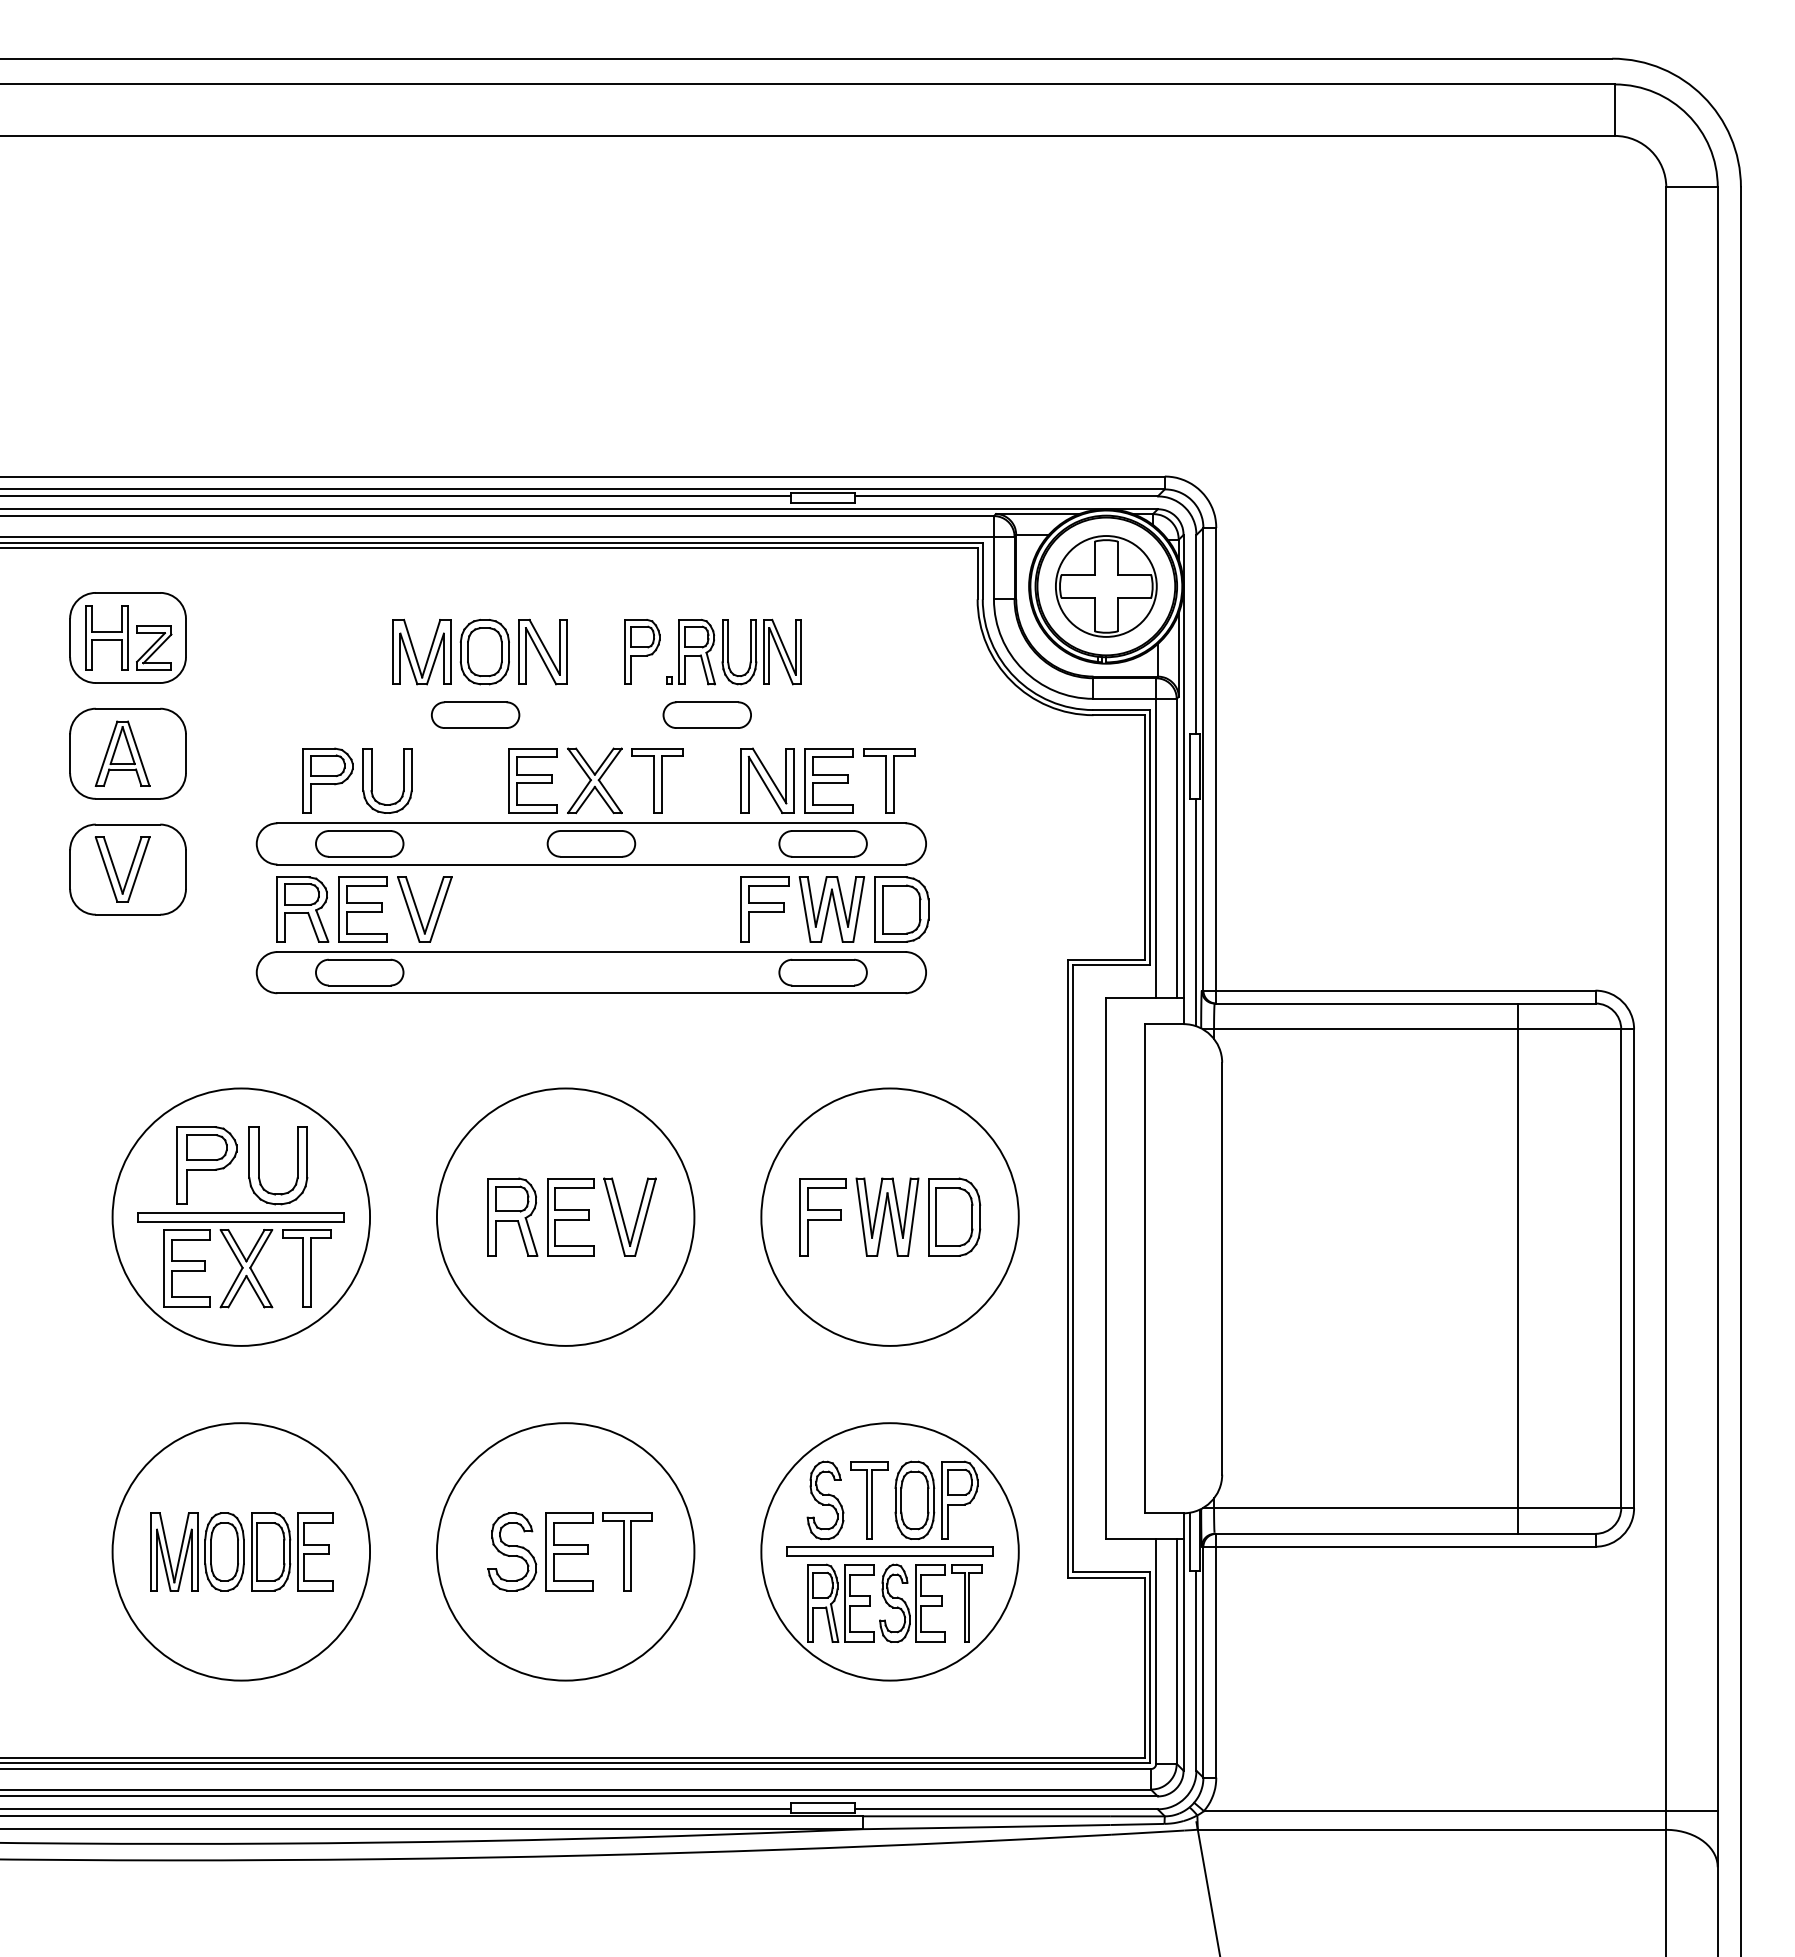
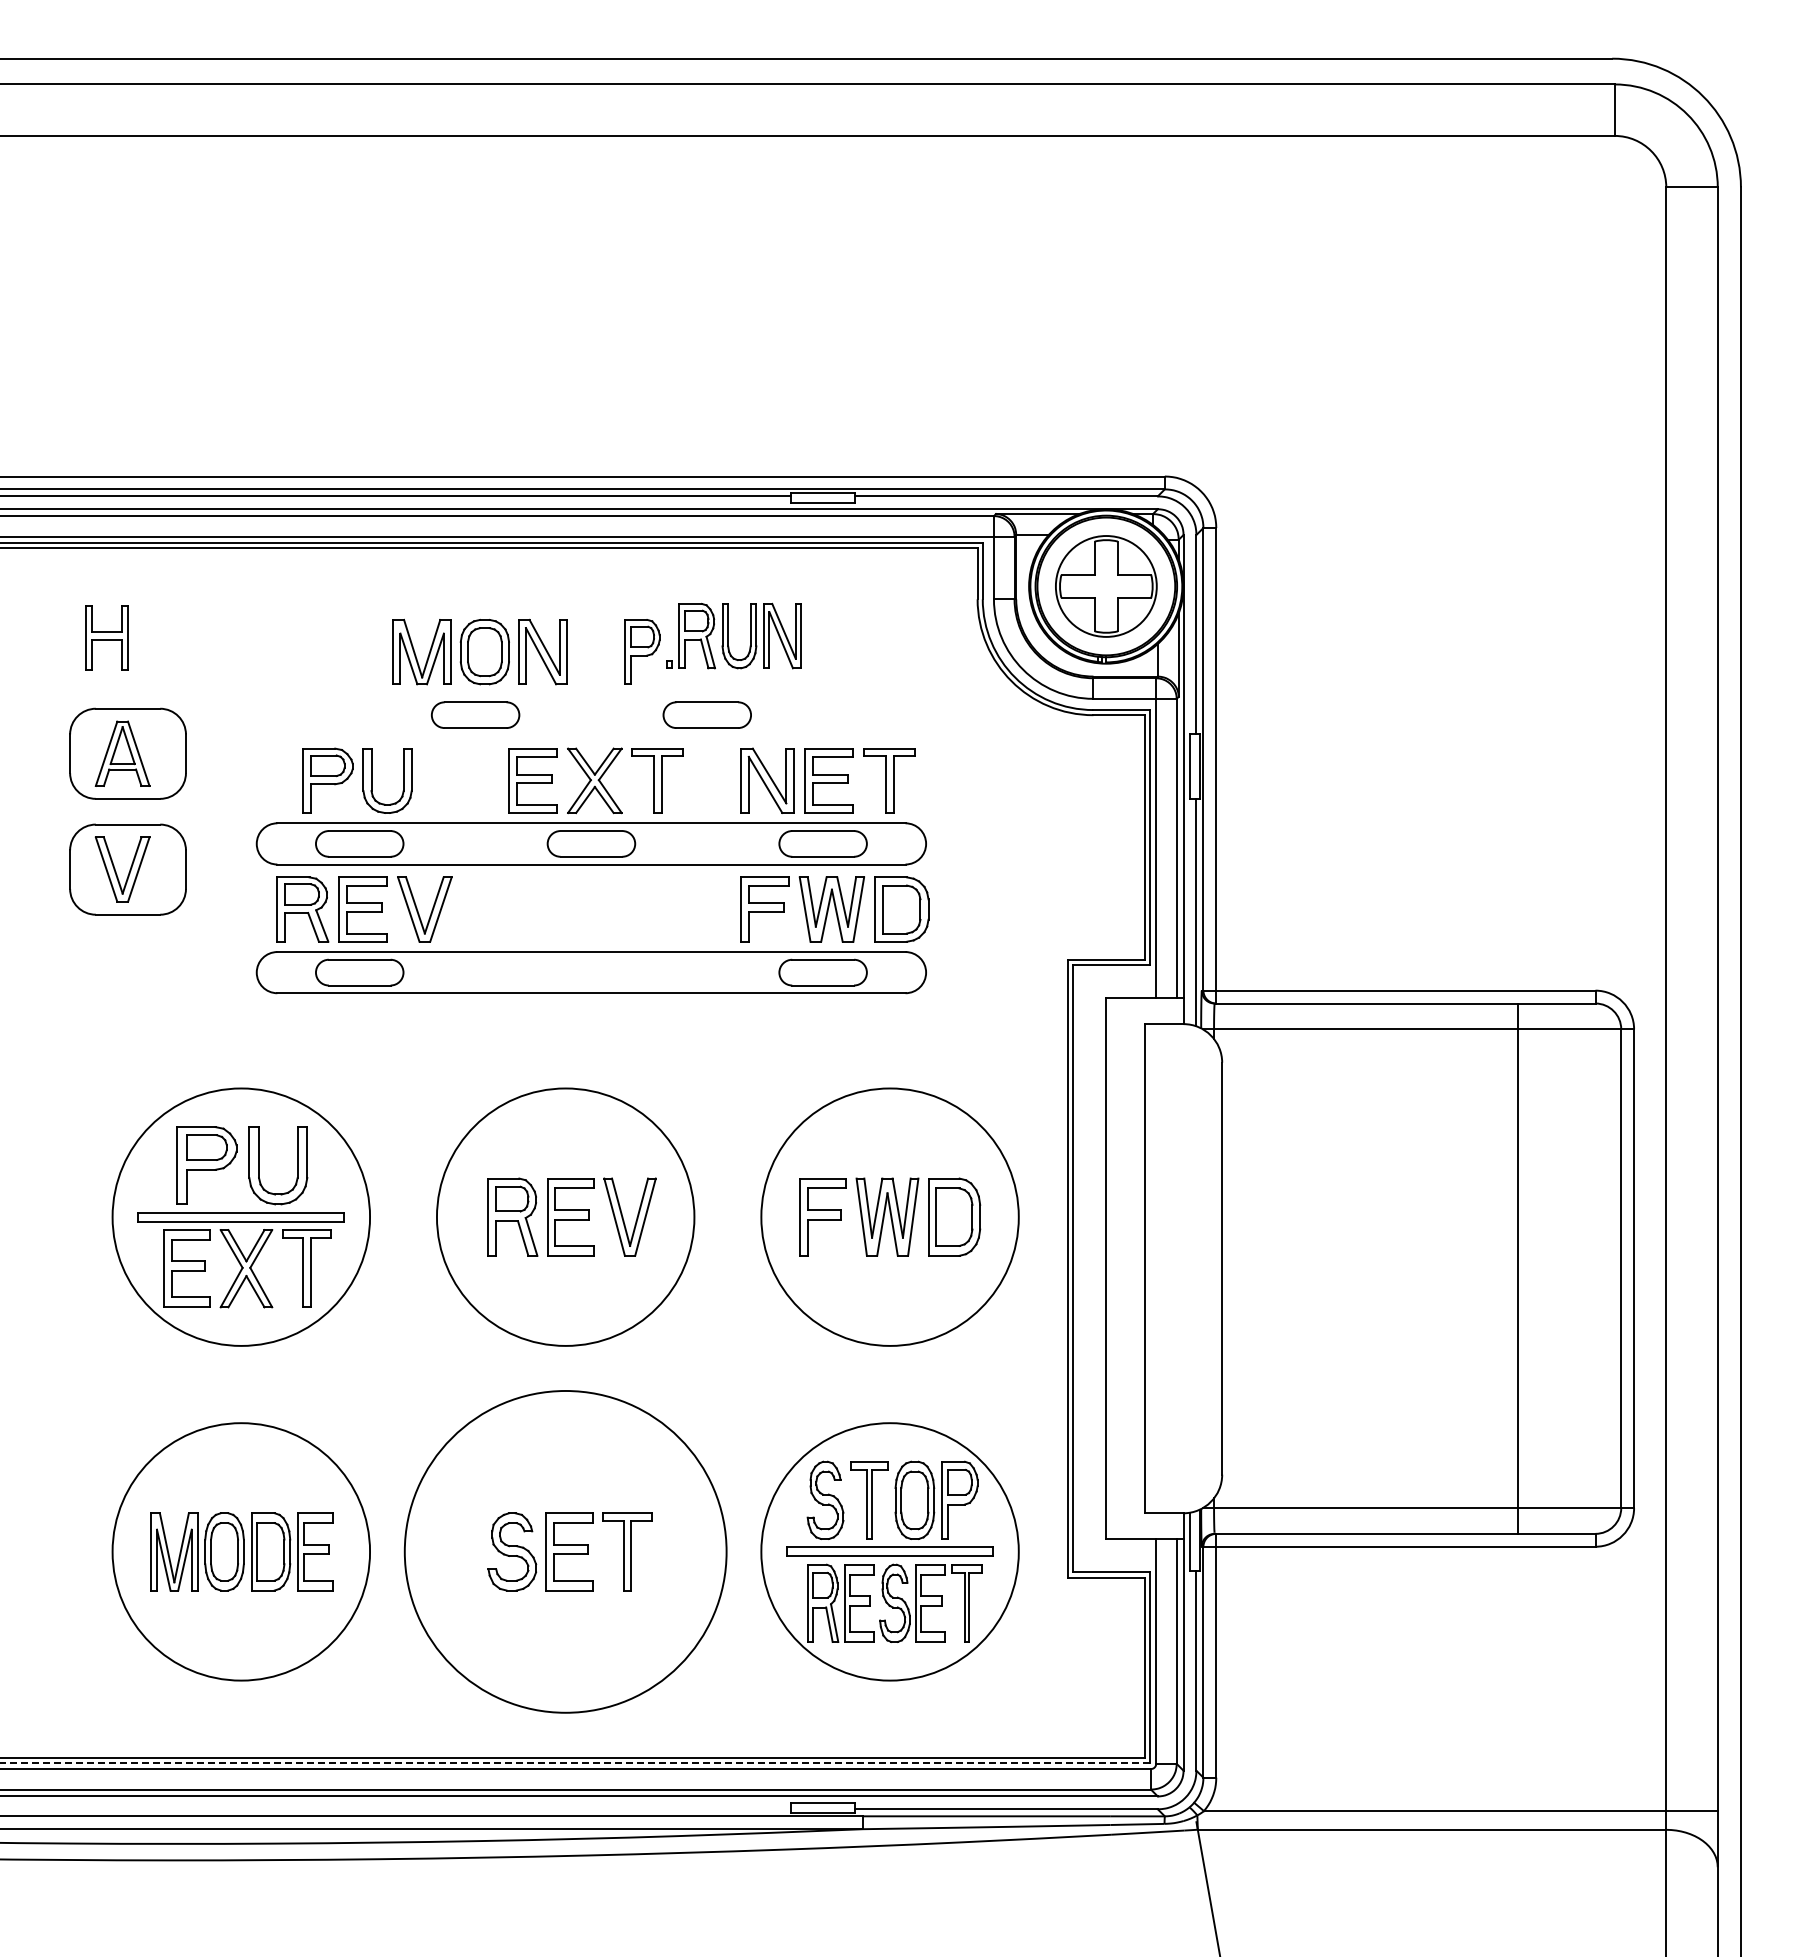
part at (127, 637): present -> none
part at (733, 651) position: (733, 651) -> (733, 635)
circle at (565, 1551) diameter: 257 px -> 322 px
line at (575, 1763): solid -> dashed
line at (396, 1809): present -> none
